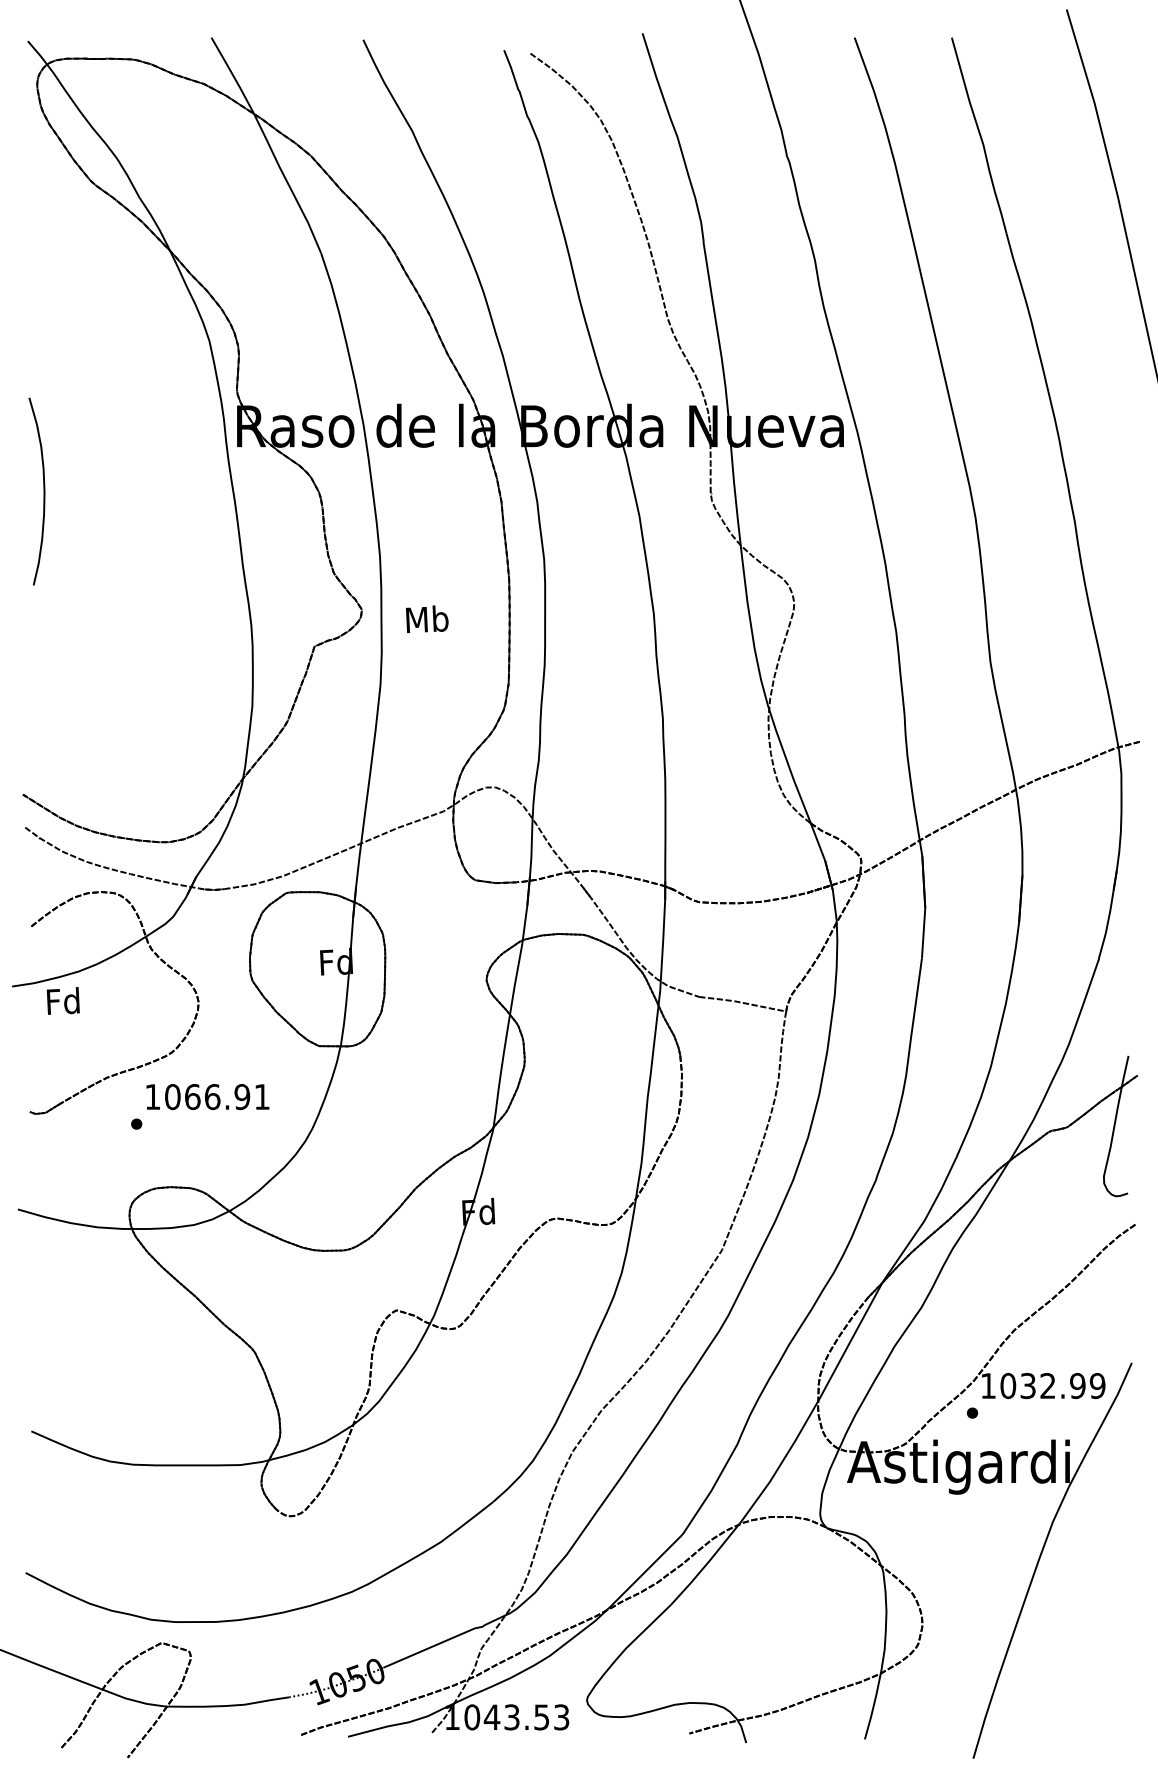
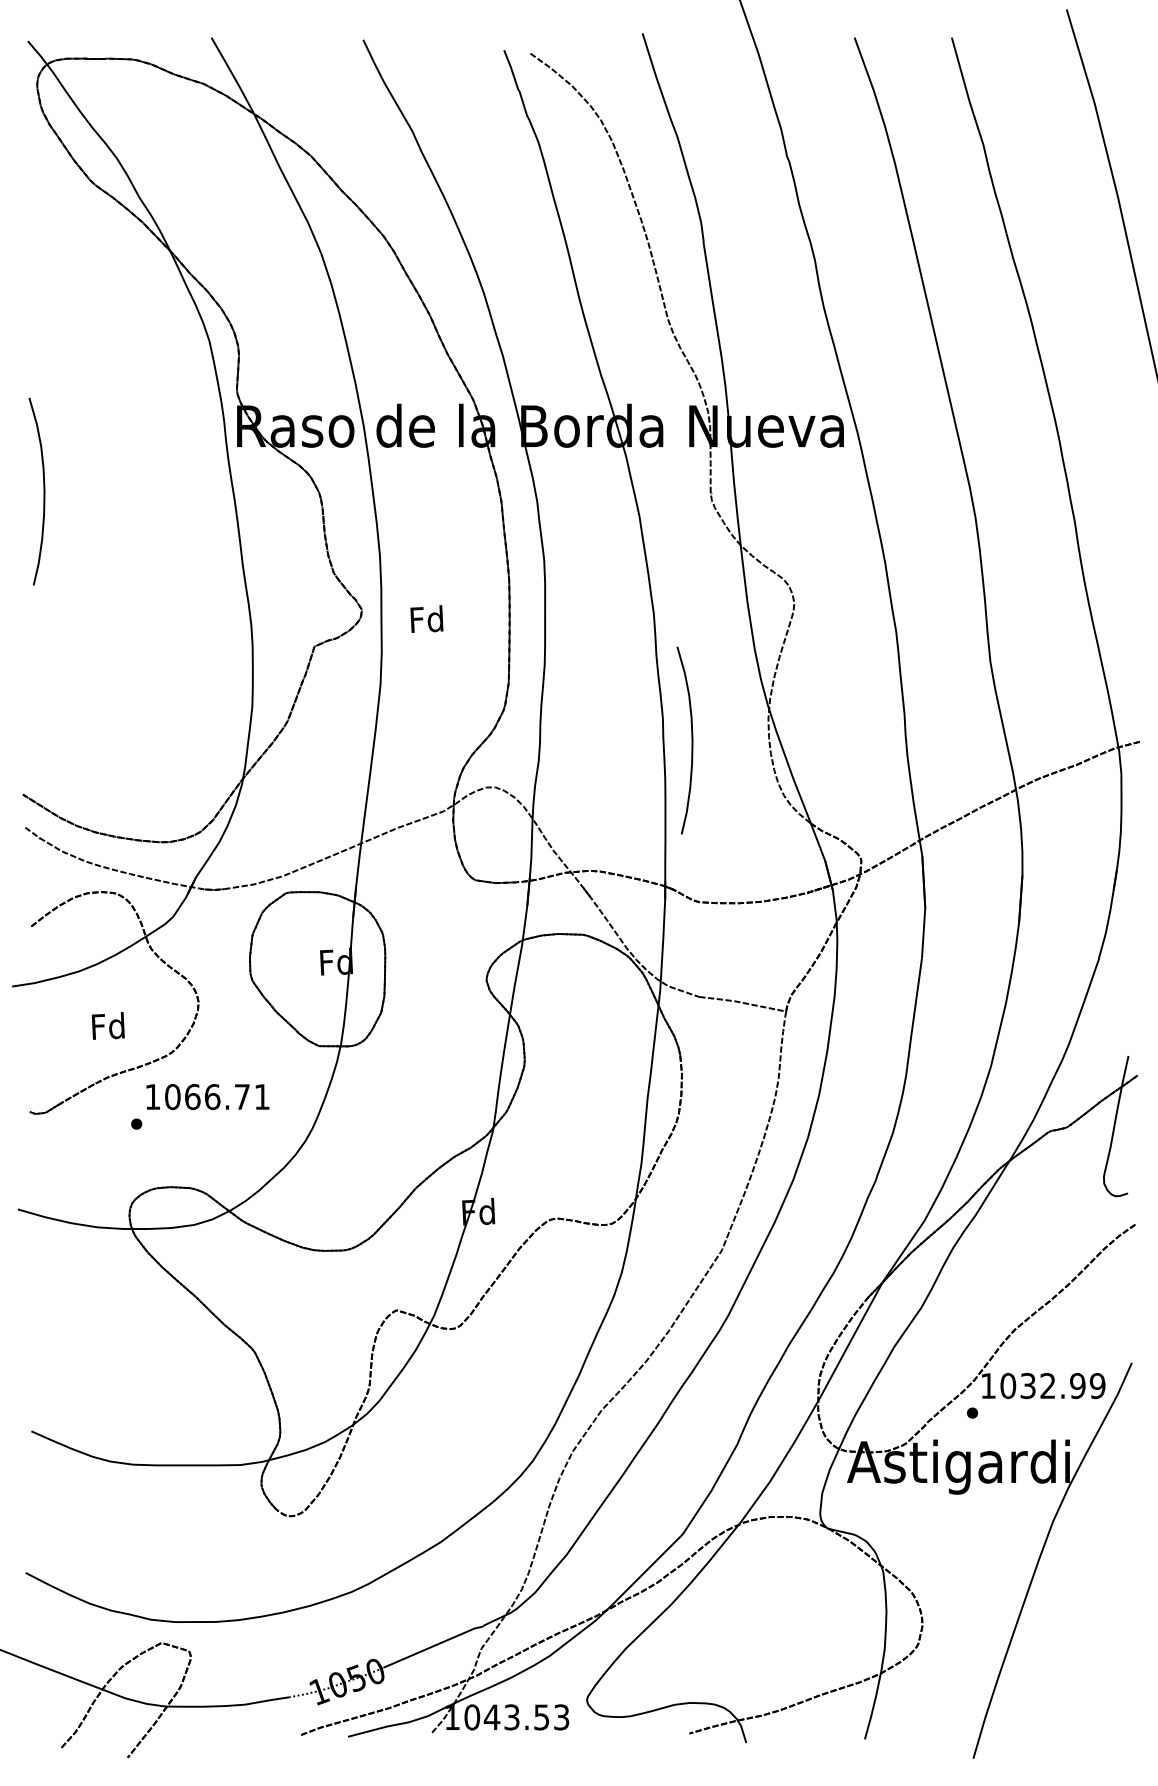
text at (427, 619): Mb -> Fd
curve at (691, 740): none -> present
text at (62, 1000) position: (62, 1000) -> (107, 1025)
text at (242, 1097): 1066.91 -> 1066.71
